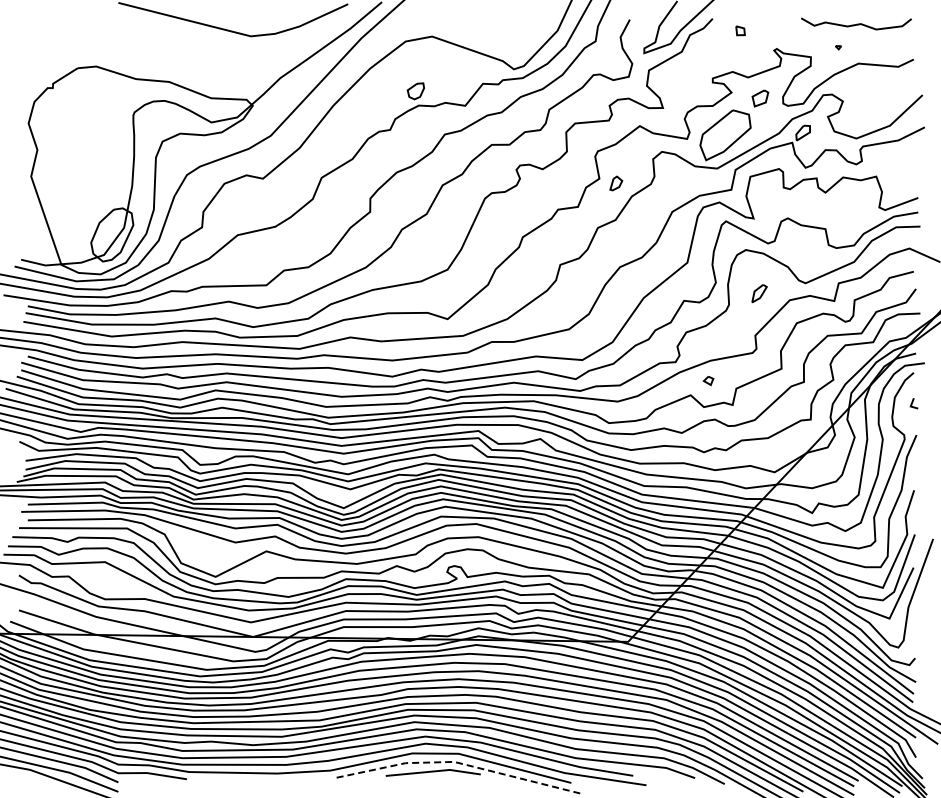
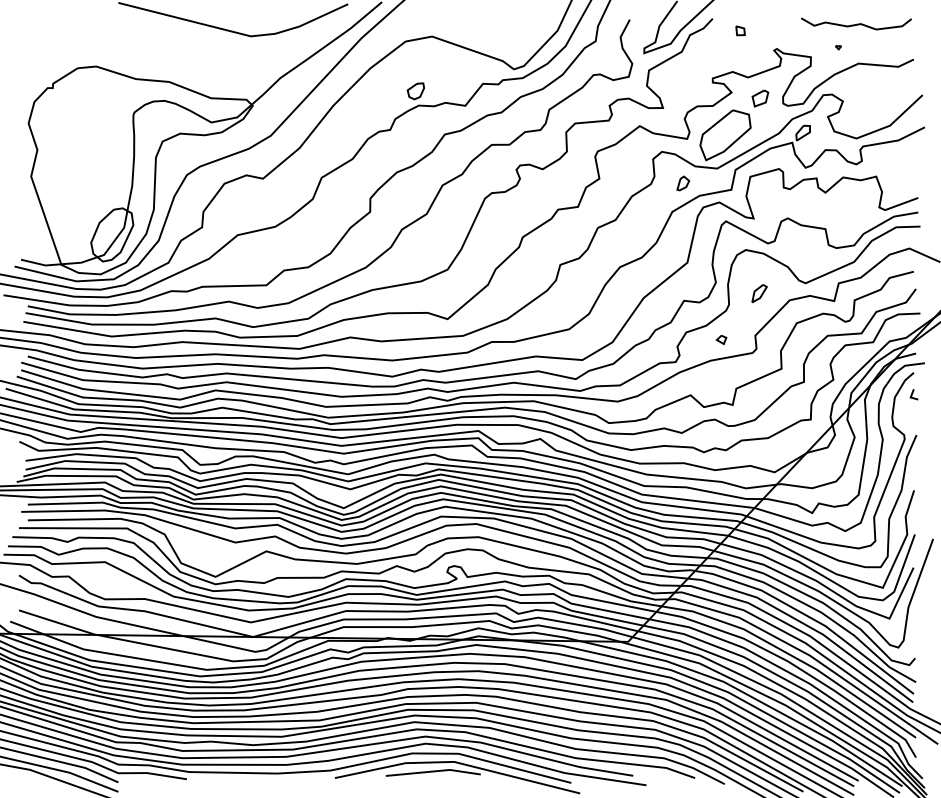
part at (616, 183) position: (616, 183) -> (683, 183)
part at (708, 381) position: (708, 381) -> (721, 340)
line at (913, 402) position: (913, 402) -> (913, 393)
line at (457, 762): dashed -> solid
